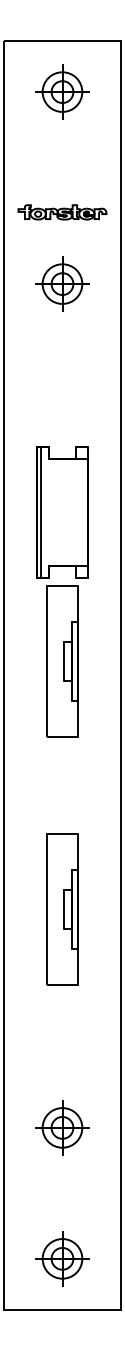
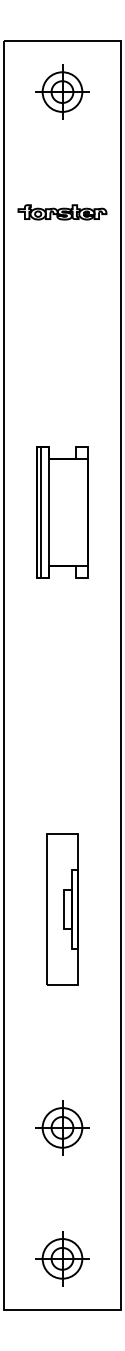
part at (62, 283): present -> none
line at (48, 512): none -> present
part at (62, 661): present -> none
